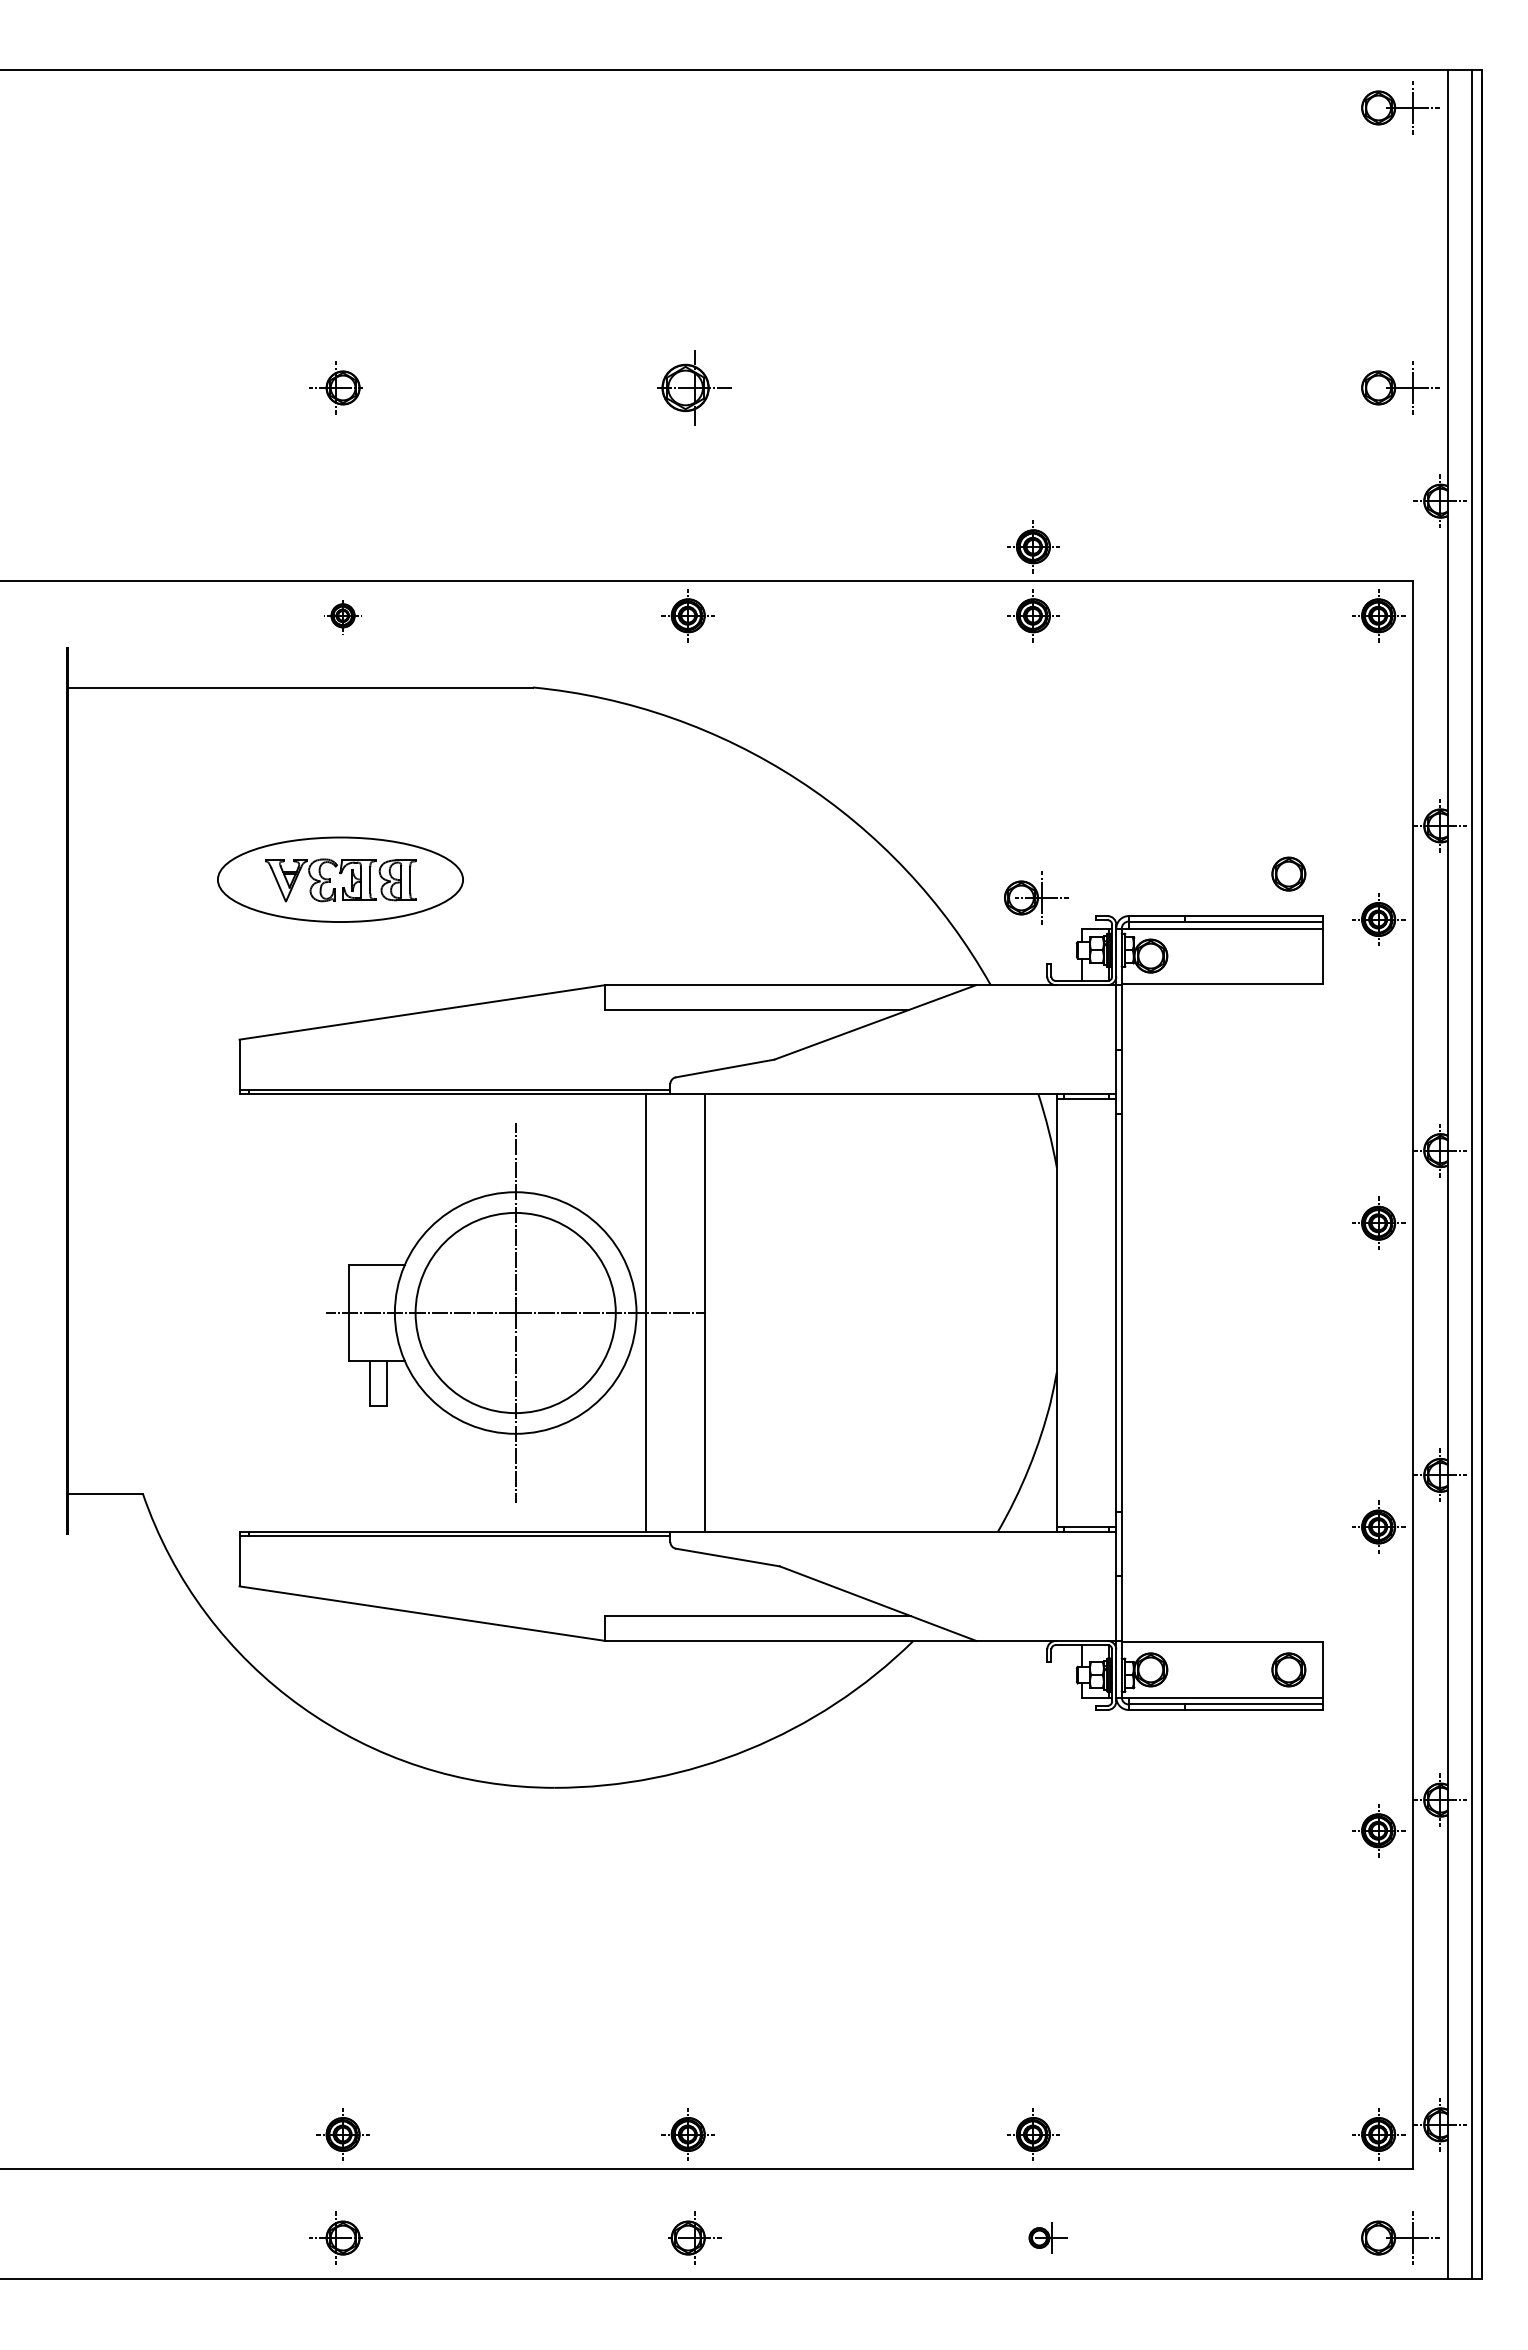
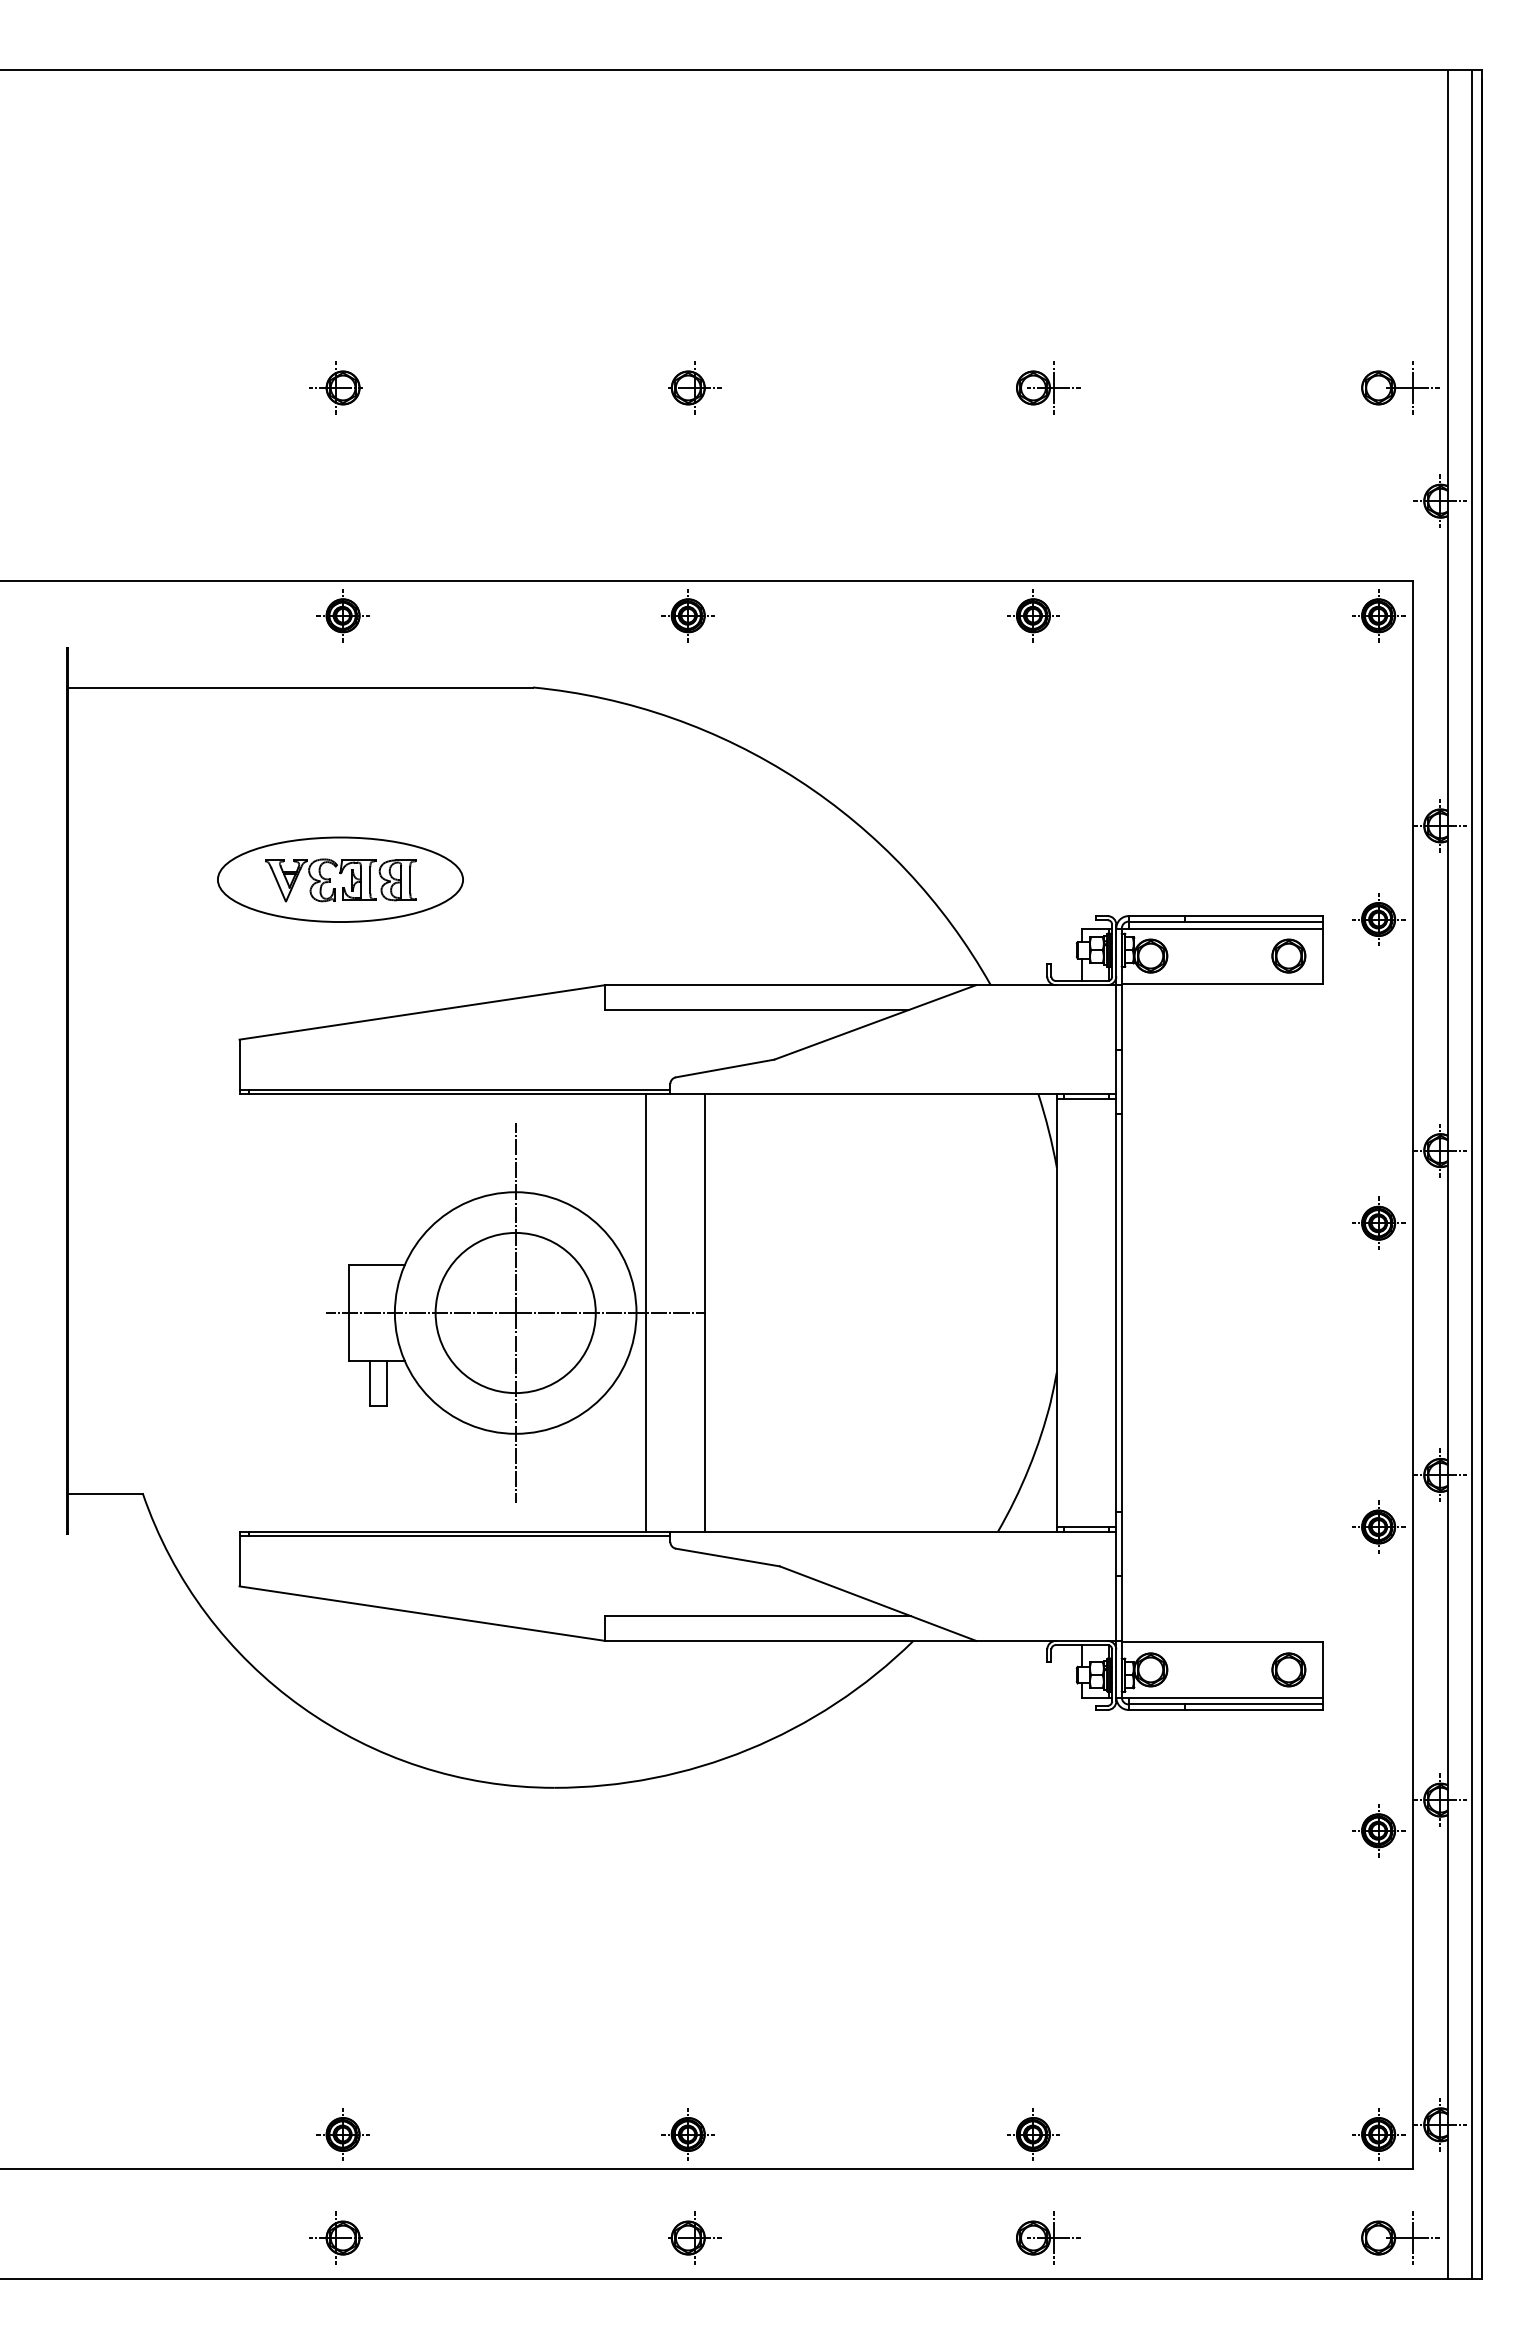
part at (1400, 107): present -> none
part at (694, 387) size: 75x76 px -> 54x54 px
part at (1033, 546): present -> none
part at (342, 617) size: 38x35 px -> 54x54 px
part at (1288, 873) position: (1288, 873) -> (1288, 955)
part at (1036, 897) position: (1036, 897) -> (1048, 387)
circle at (515, 1312) diameter: 200 px -> 160 px
part at (1047, 2237) size: 40x32 px -> 65x54 px
